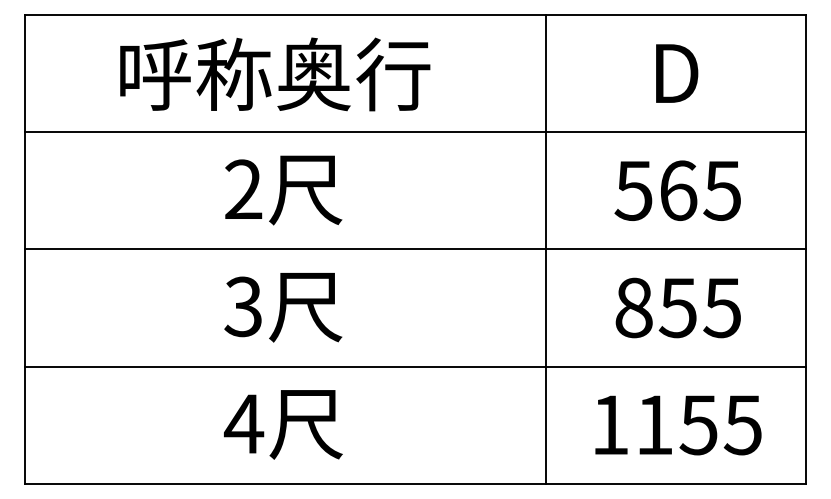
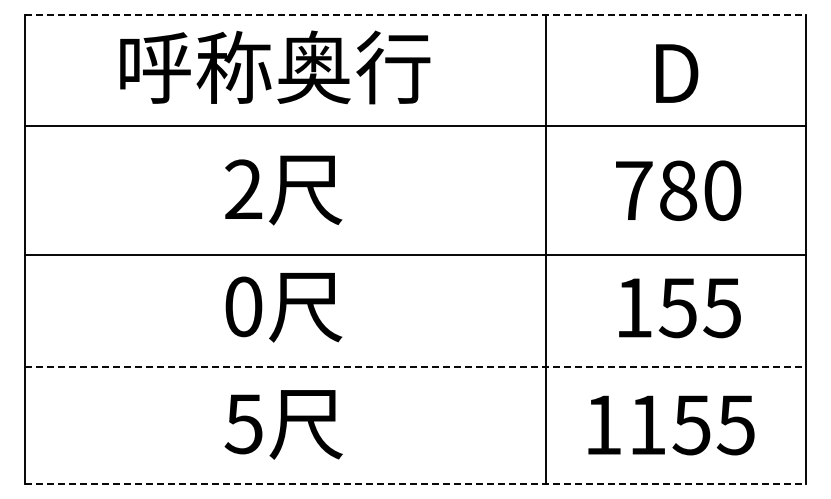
line at (415, 15): solid -> dashed
text at (275, 74) position: (275, 74) -> (275, 67)
line at (415, 132) position: (415, 132) -> (415, 126)
text at (677, 190): 565 -> 780
line at (415, 249) position: (415, 249) -> (415, 255)
text at (243, 306): 3 -> 0
text at (633, 307): 855 -> 155
line at (415, 366): solid -> dashed
text at (243, 424): 4 -> 5
text at (678, 425) position: (678, 425) -> (671, 425)
line at (415, 483): solid -> dashed
